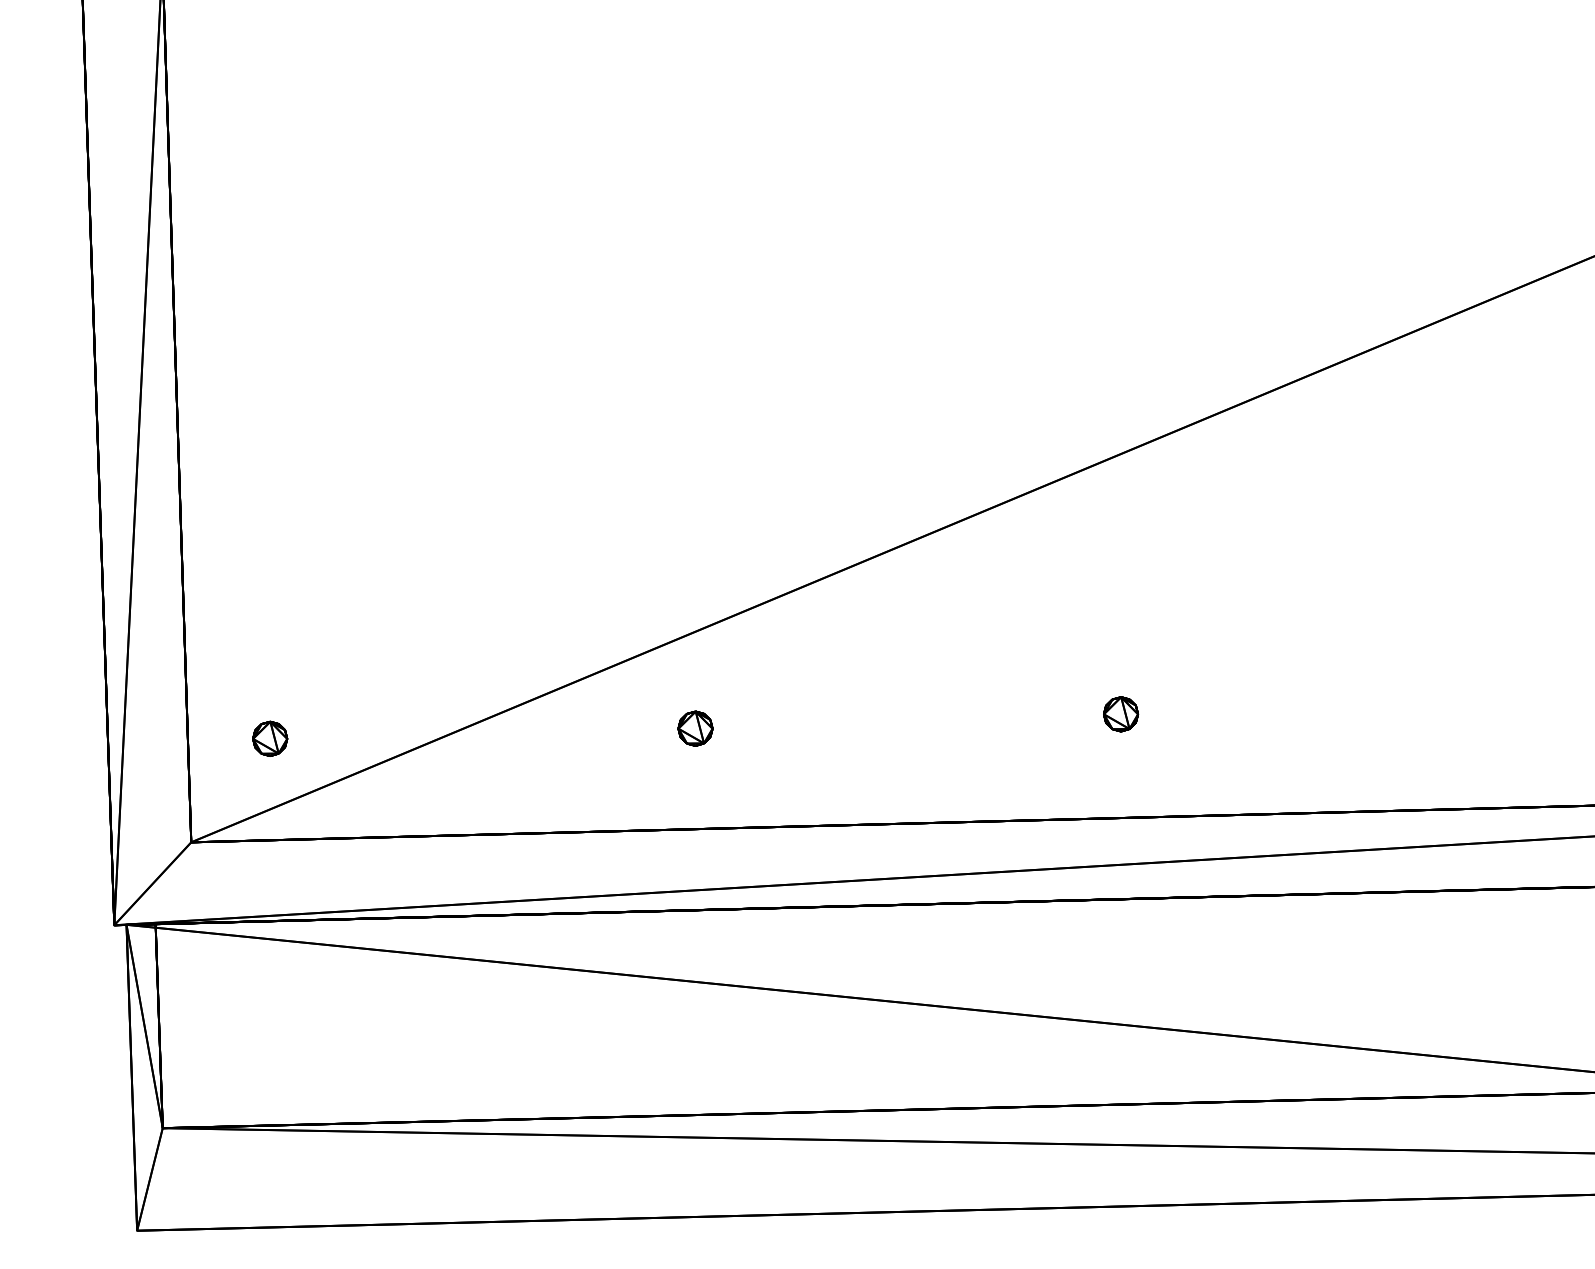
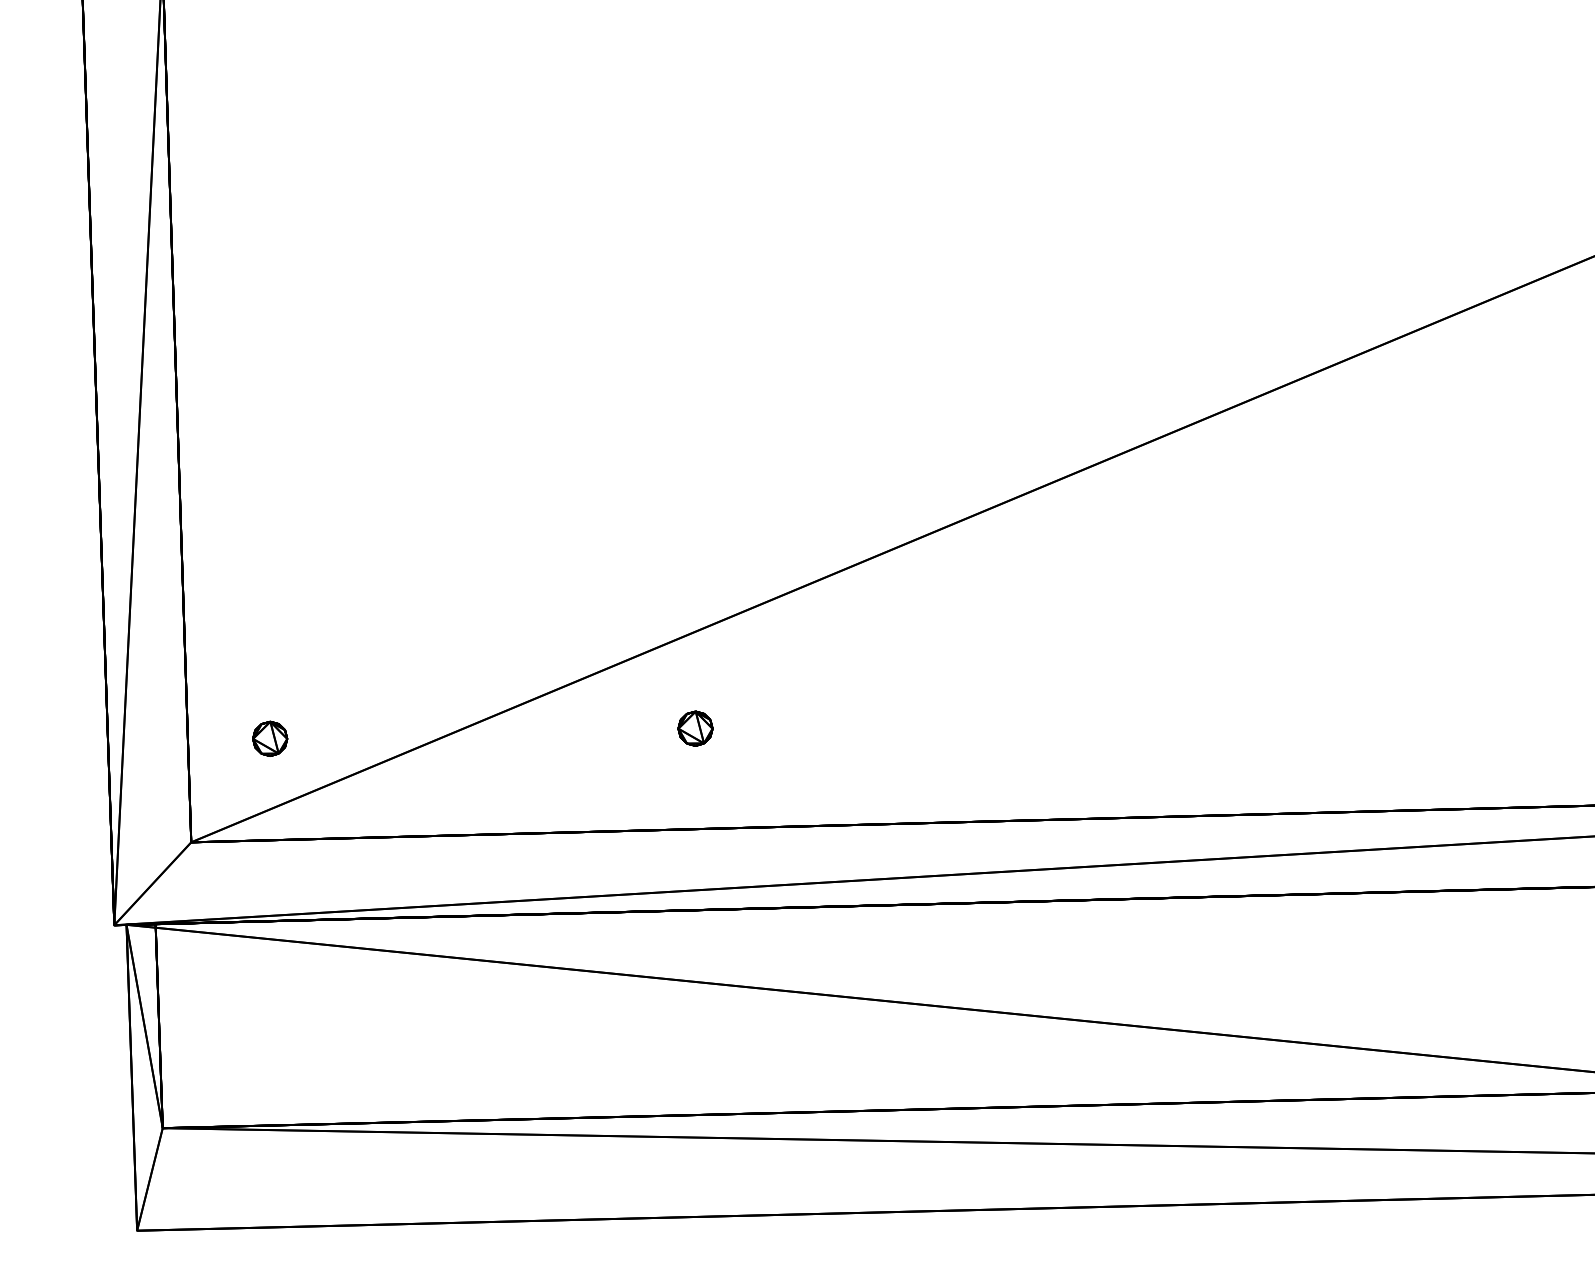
part at (1121, 714): present -> none
